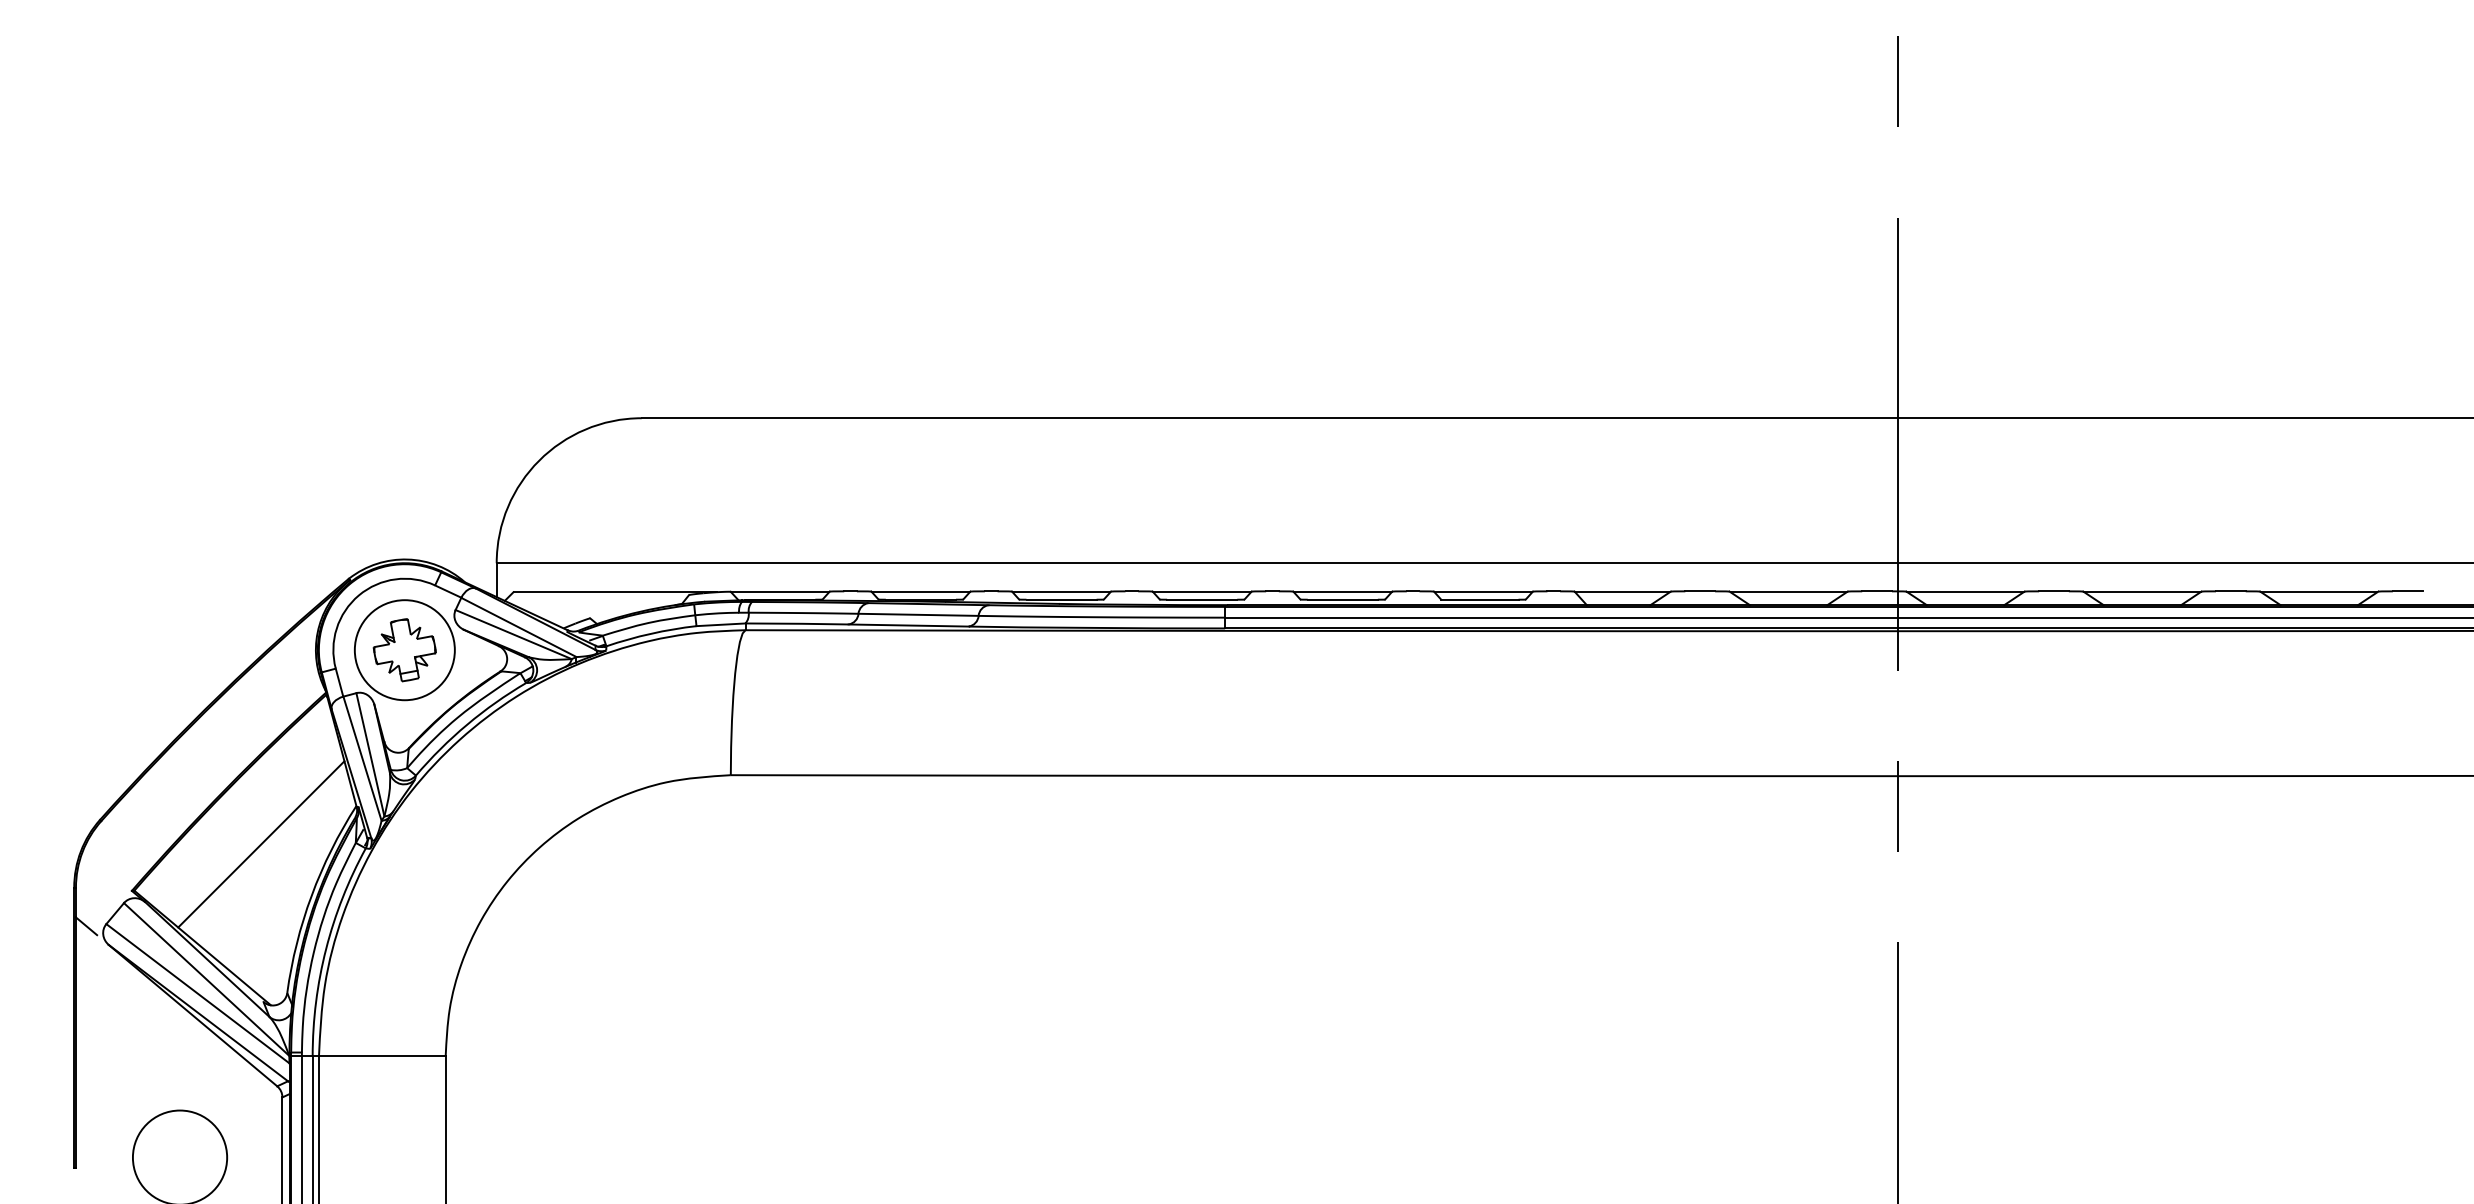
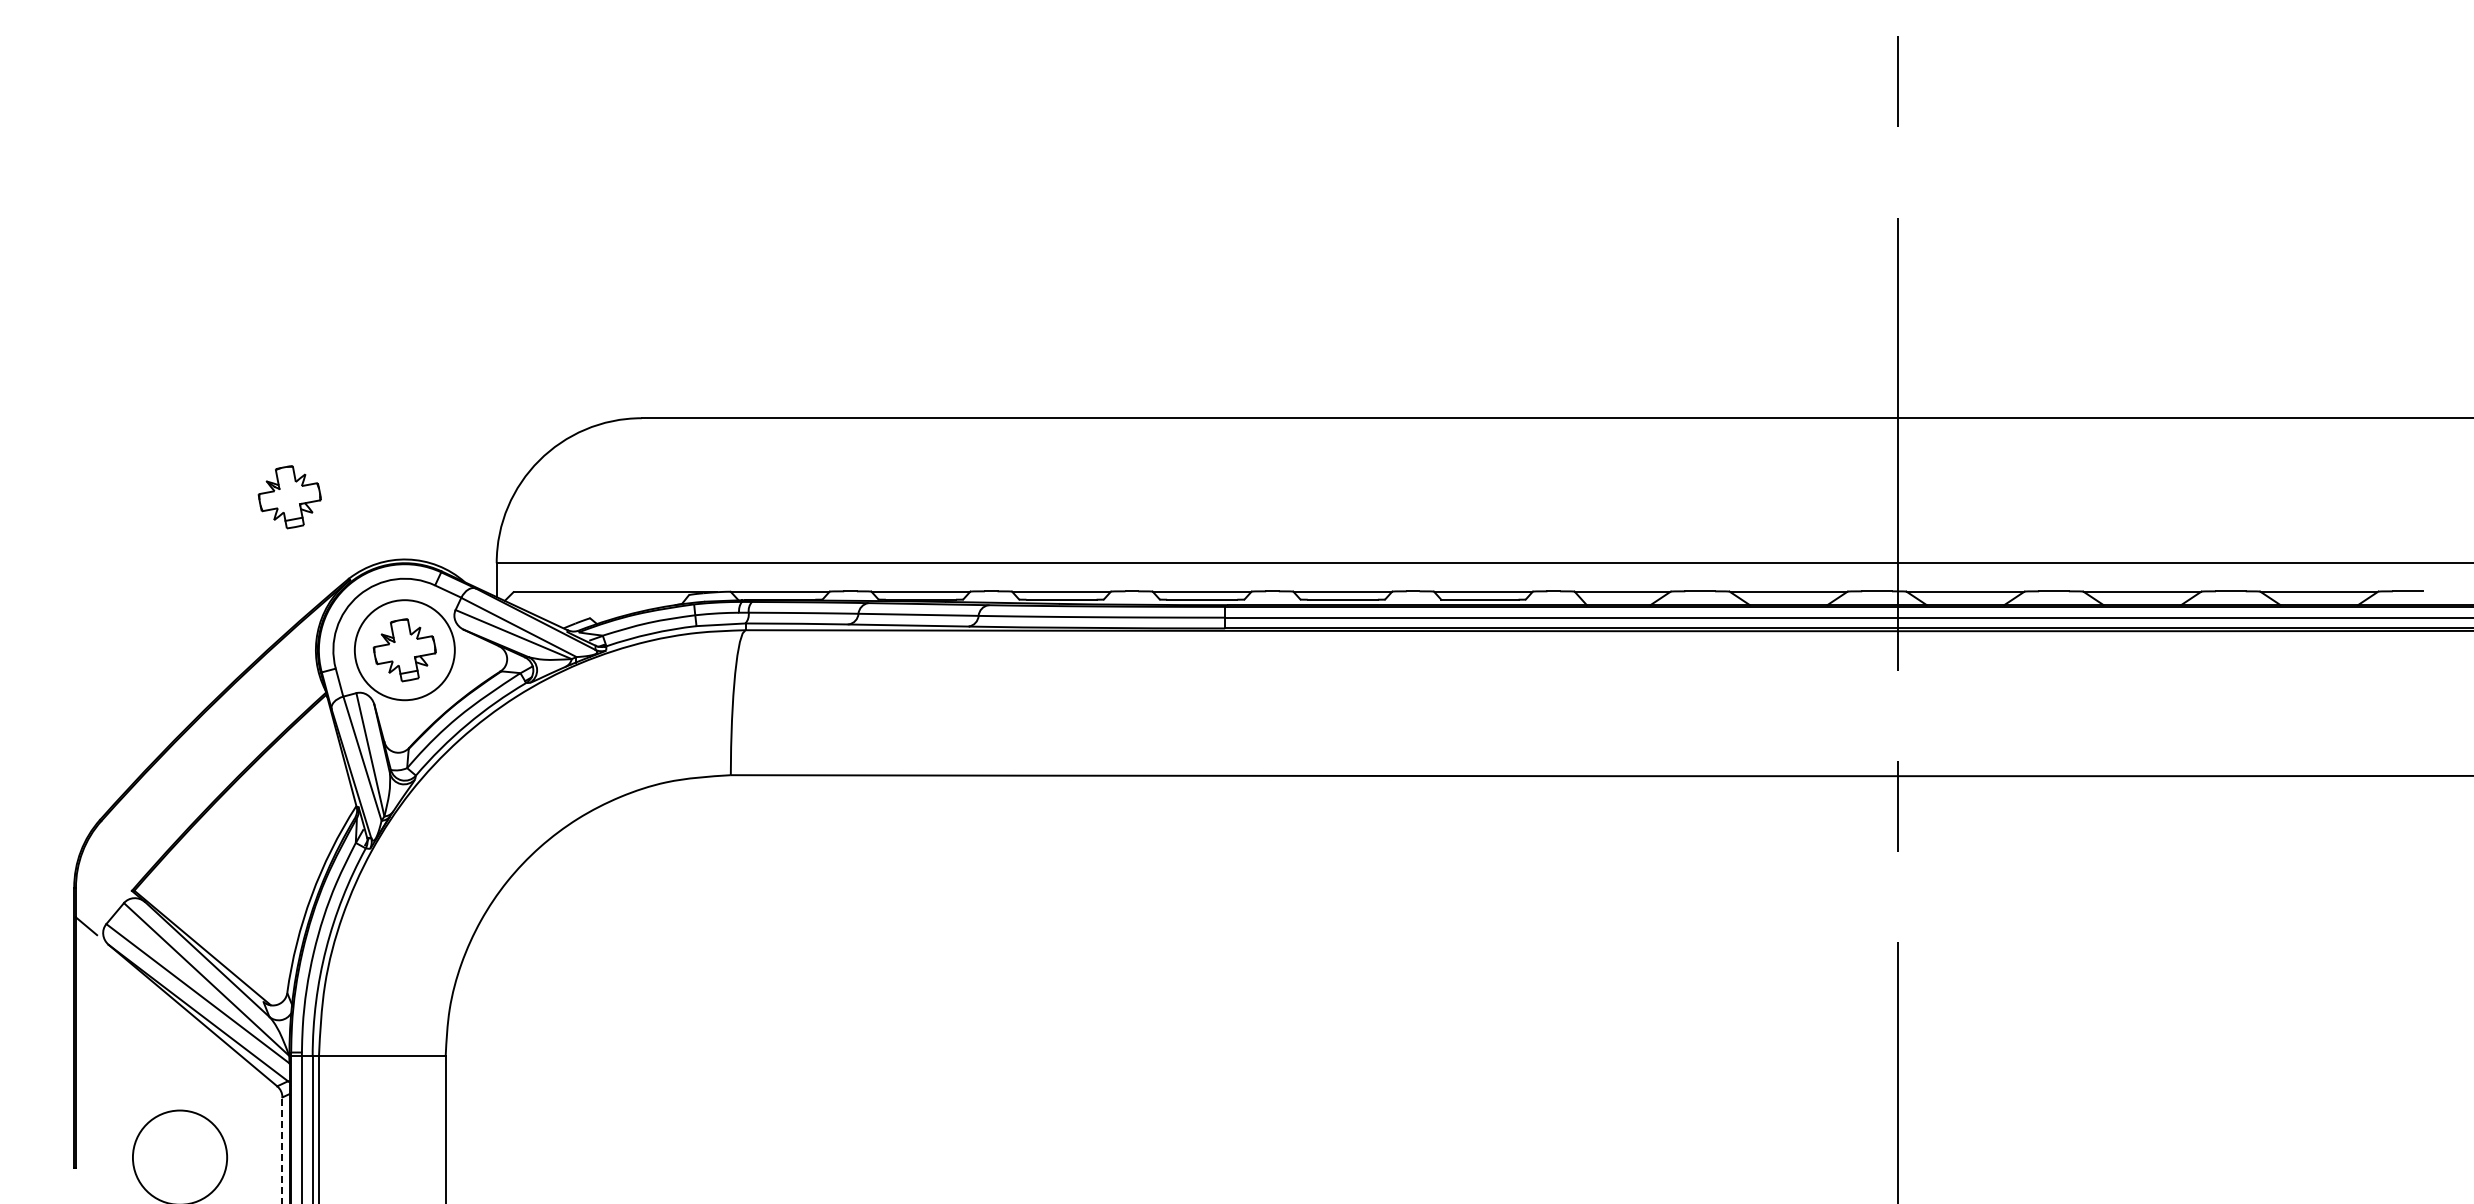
part at (289, 497): none -> present
line at (261, 844): present -> none
line at (282, 1150): solid -> dashed
